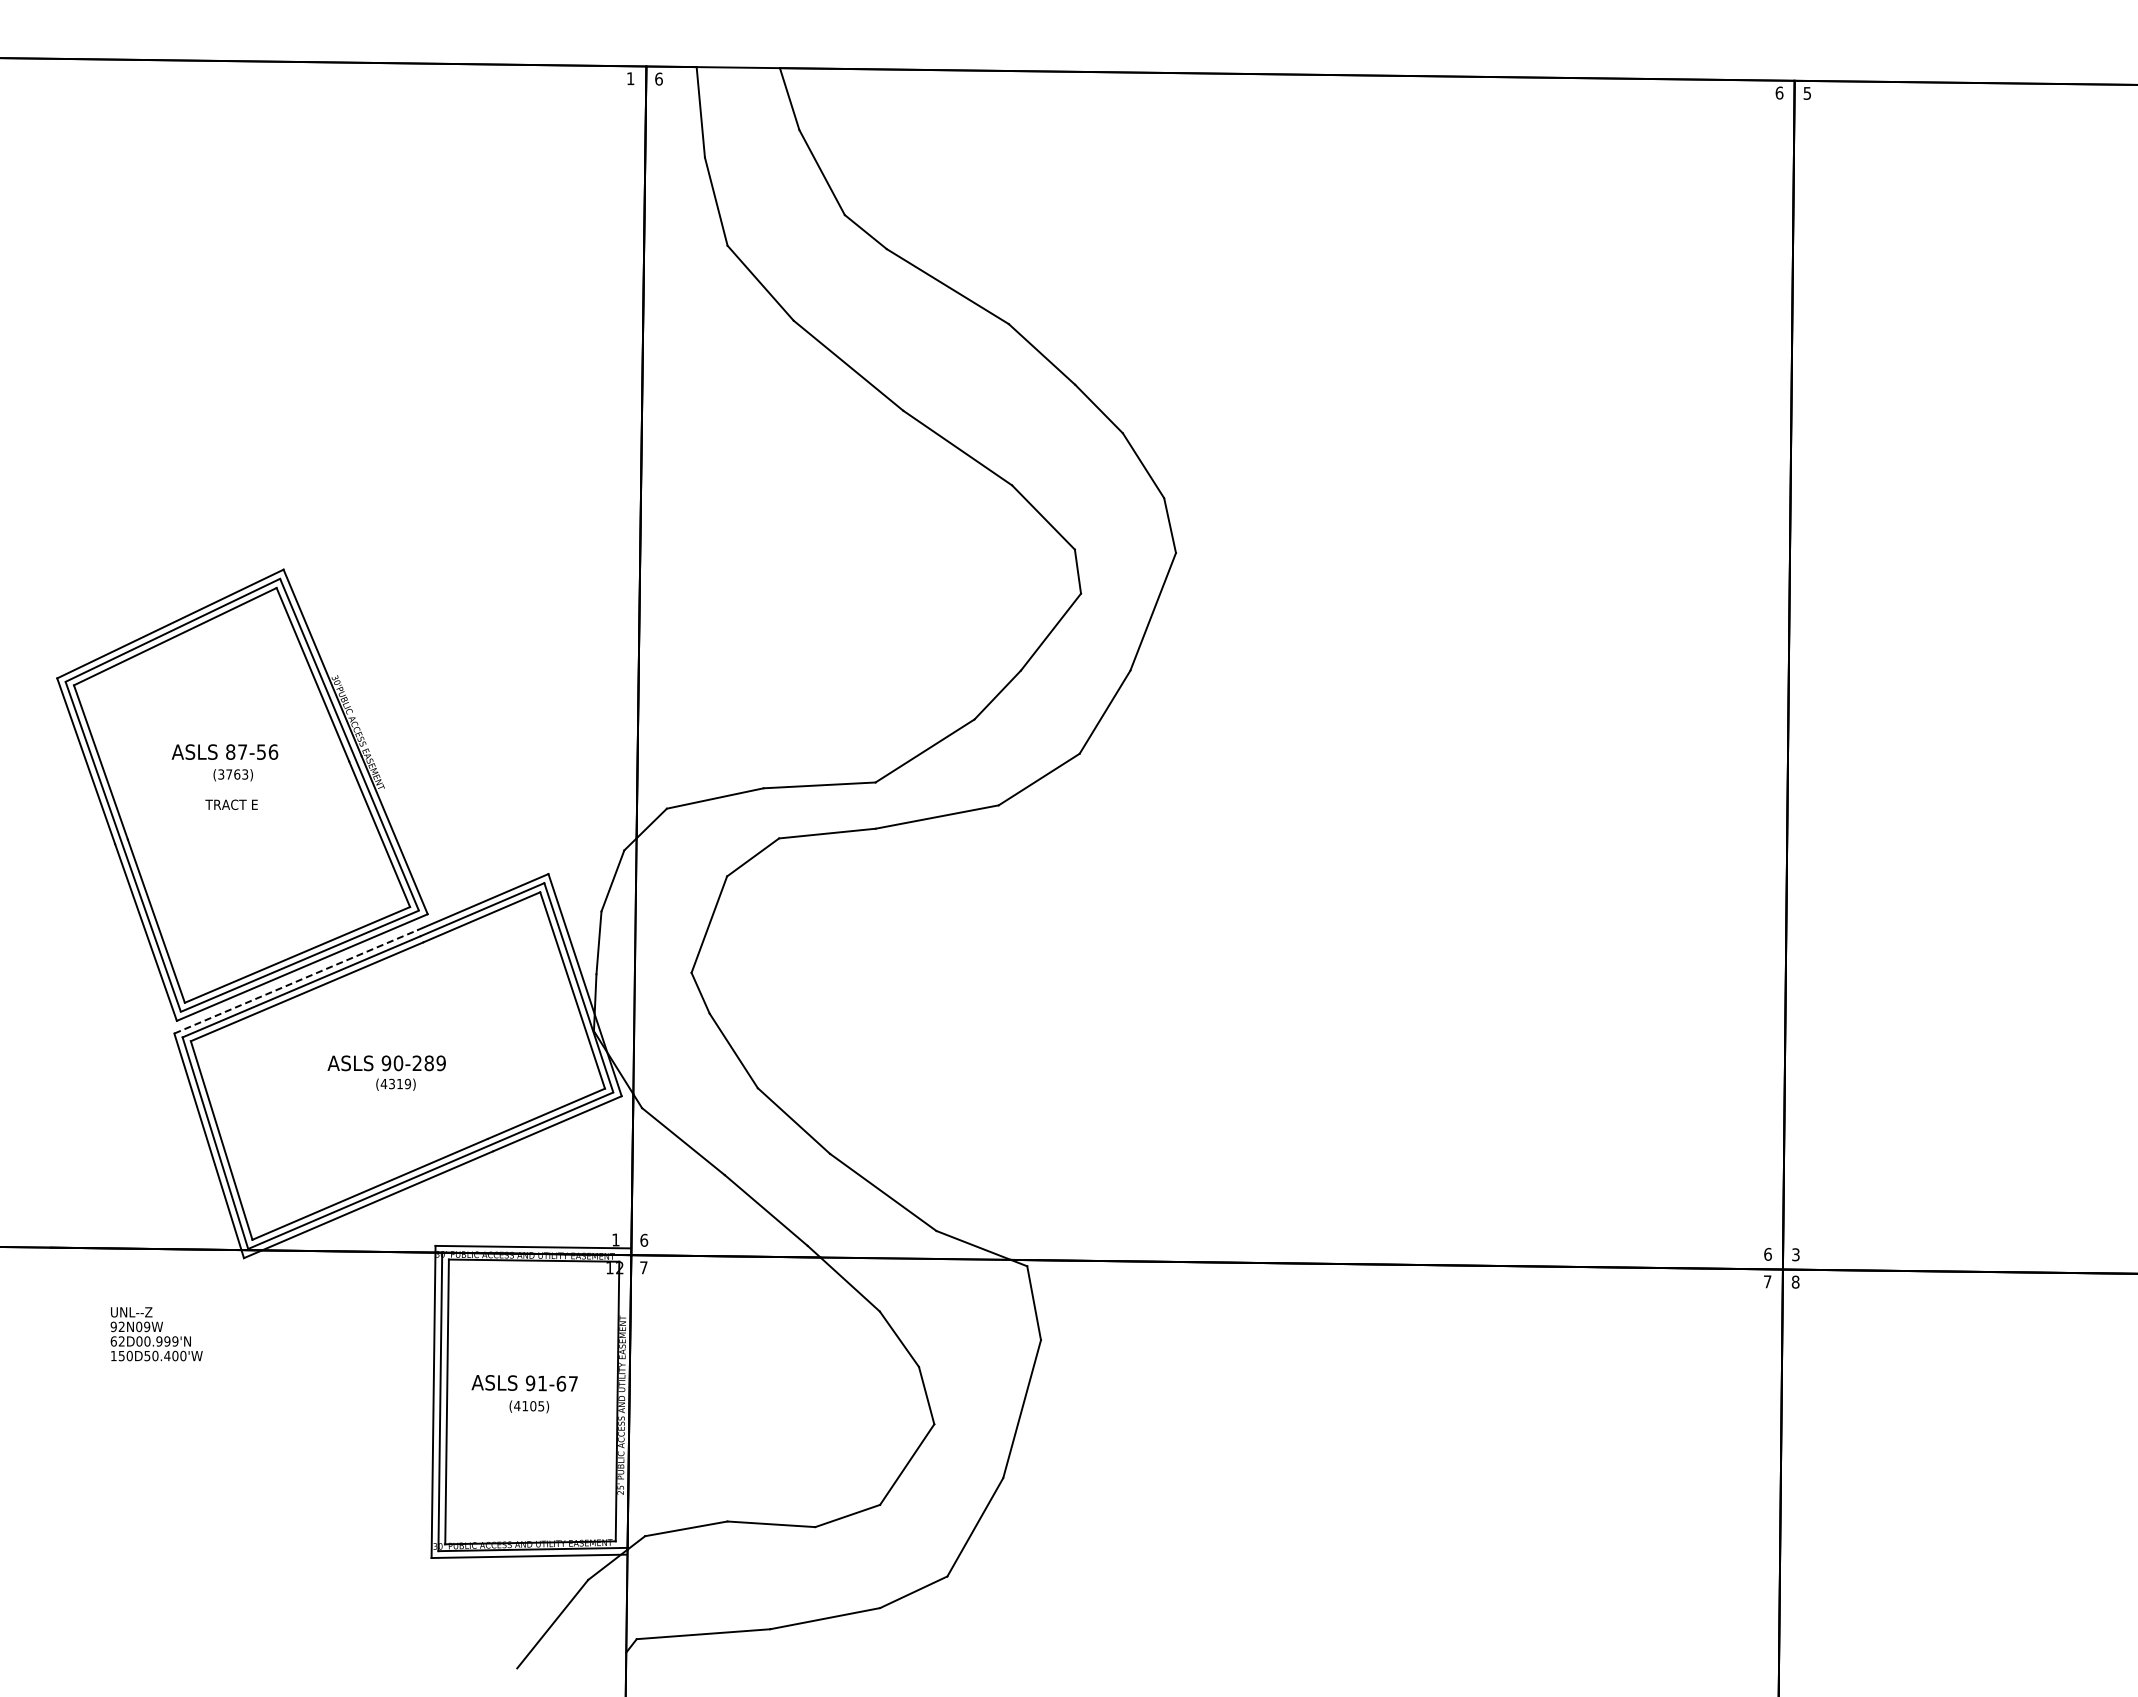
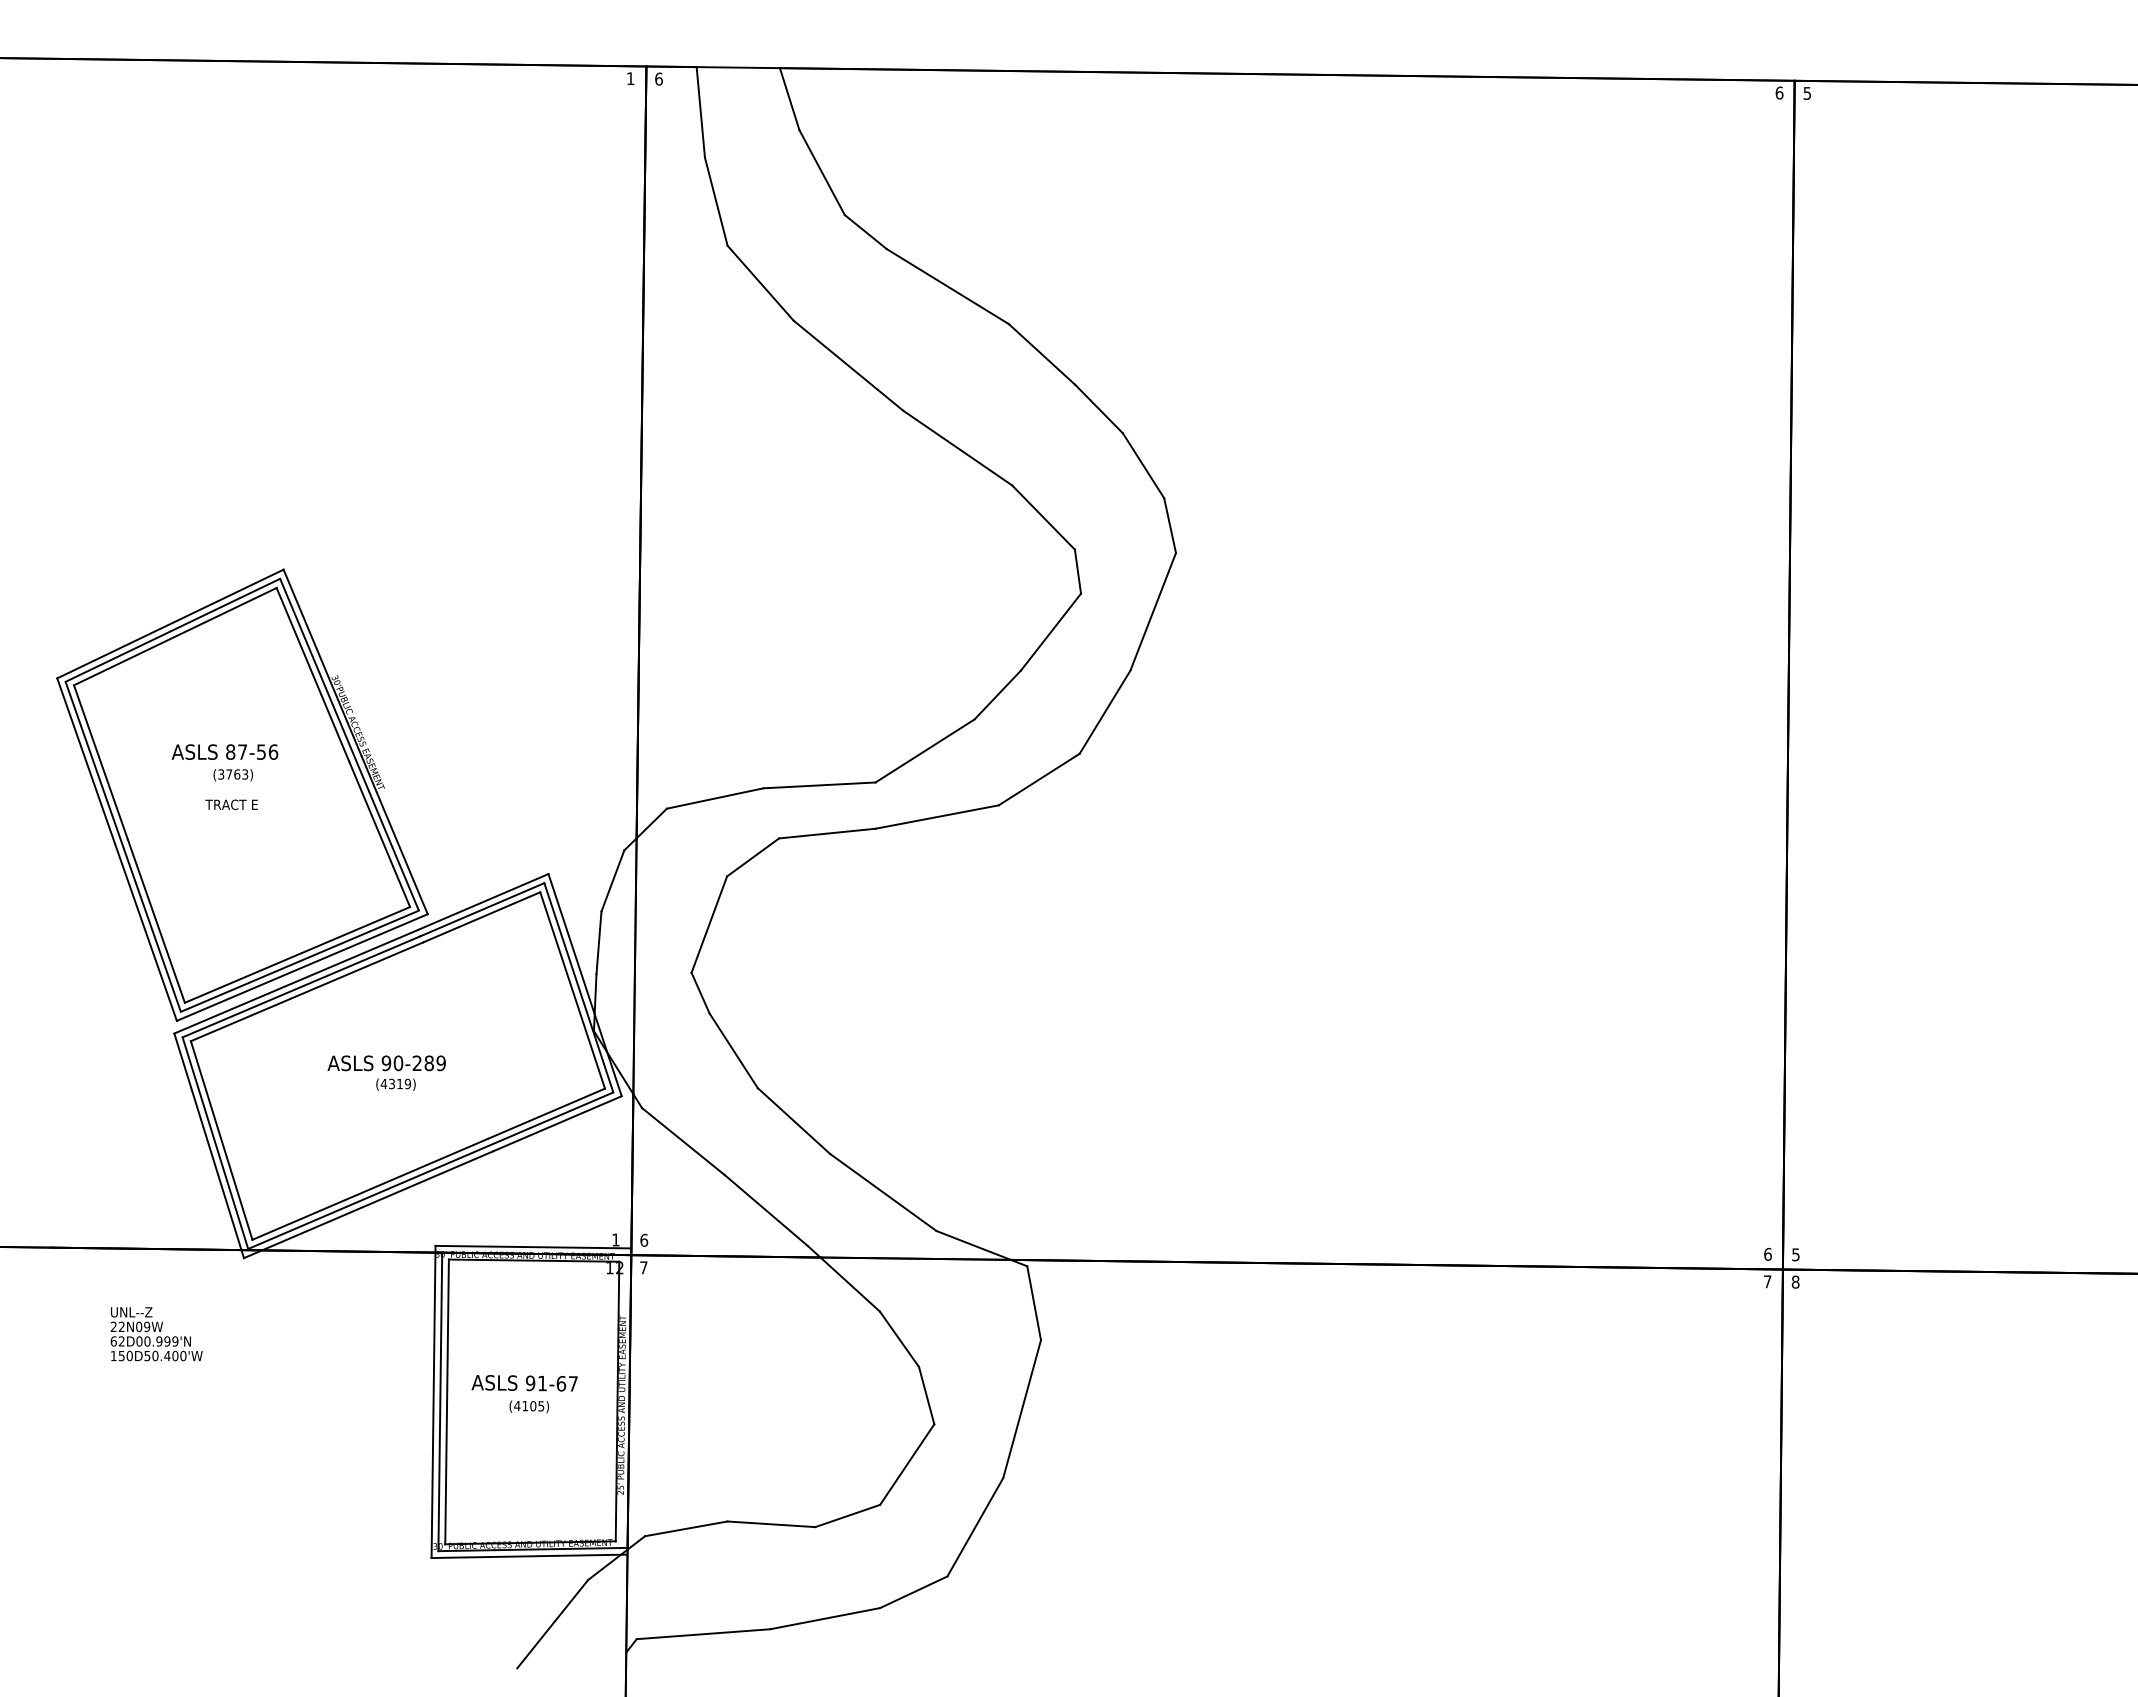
line at (296, 981): dashed -> solid
text at (1795, 1254): 3 -> 5
text at (113, 1326): 92N09W -> 22N09W
